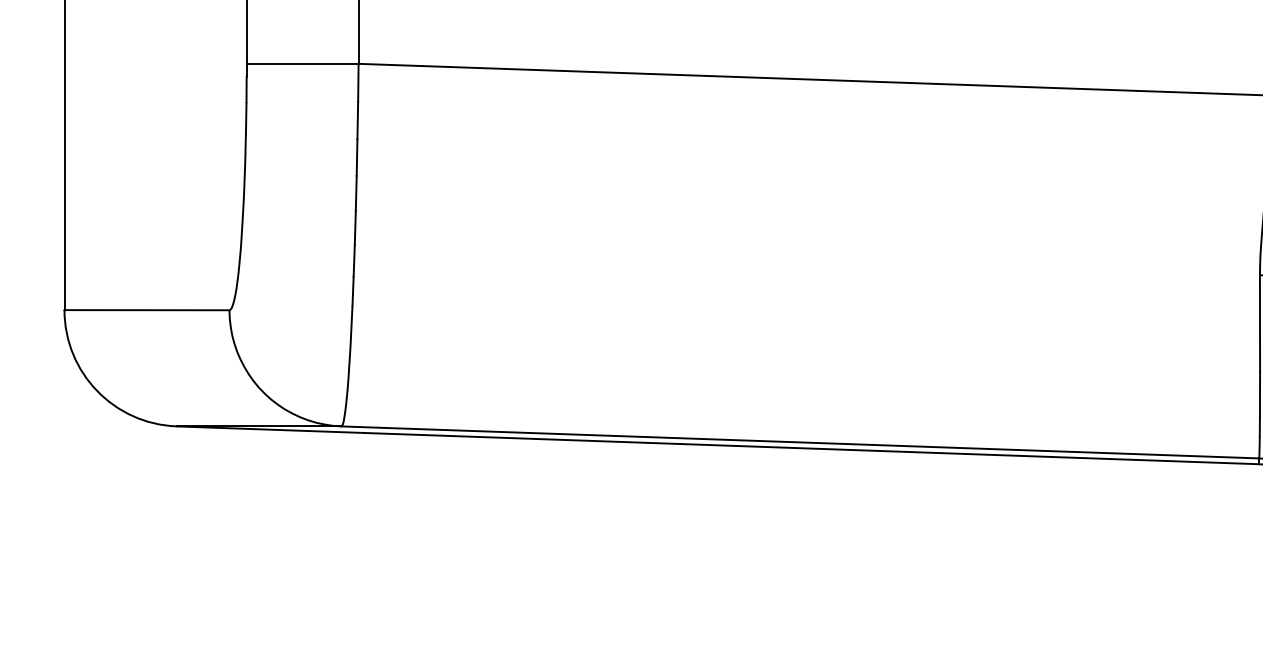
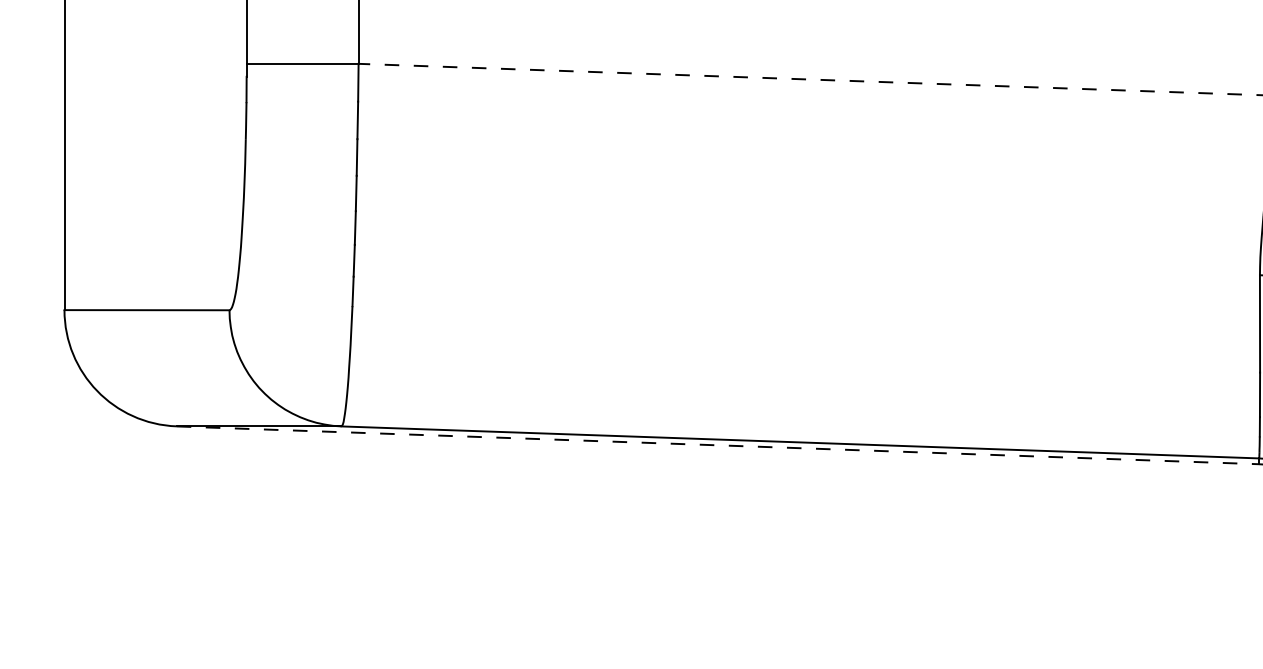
line at (810, 79): solid -> dashed
line at (718, 445): solid -> dashed
